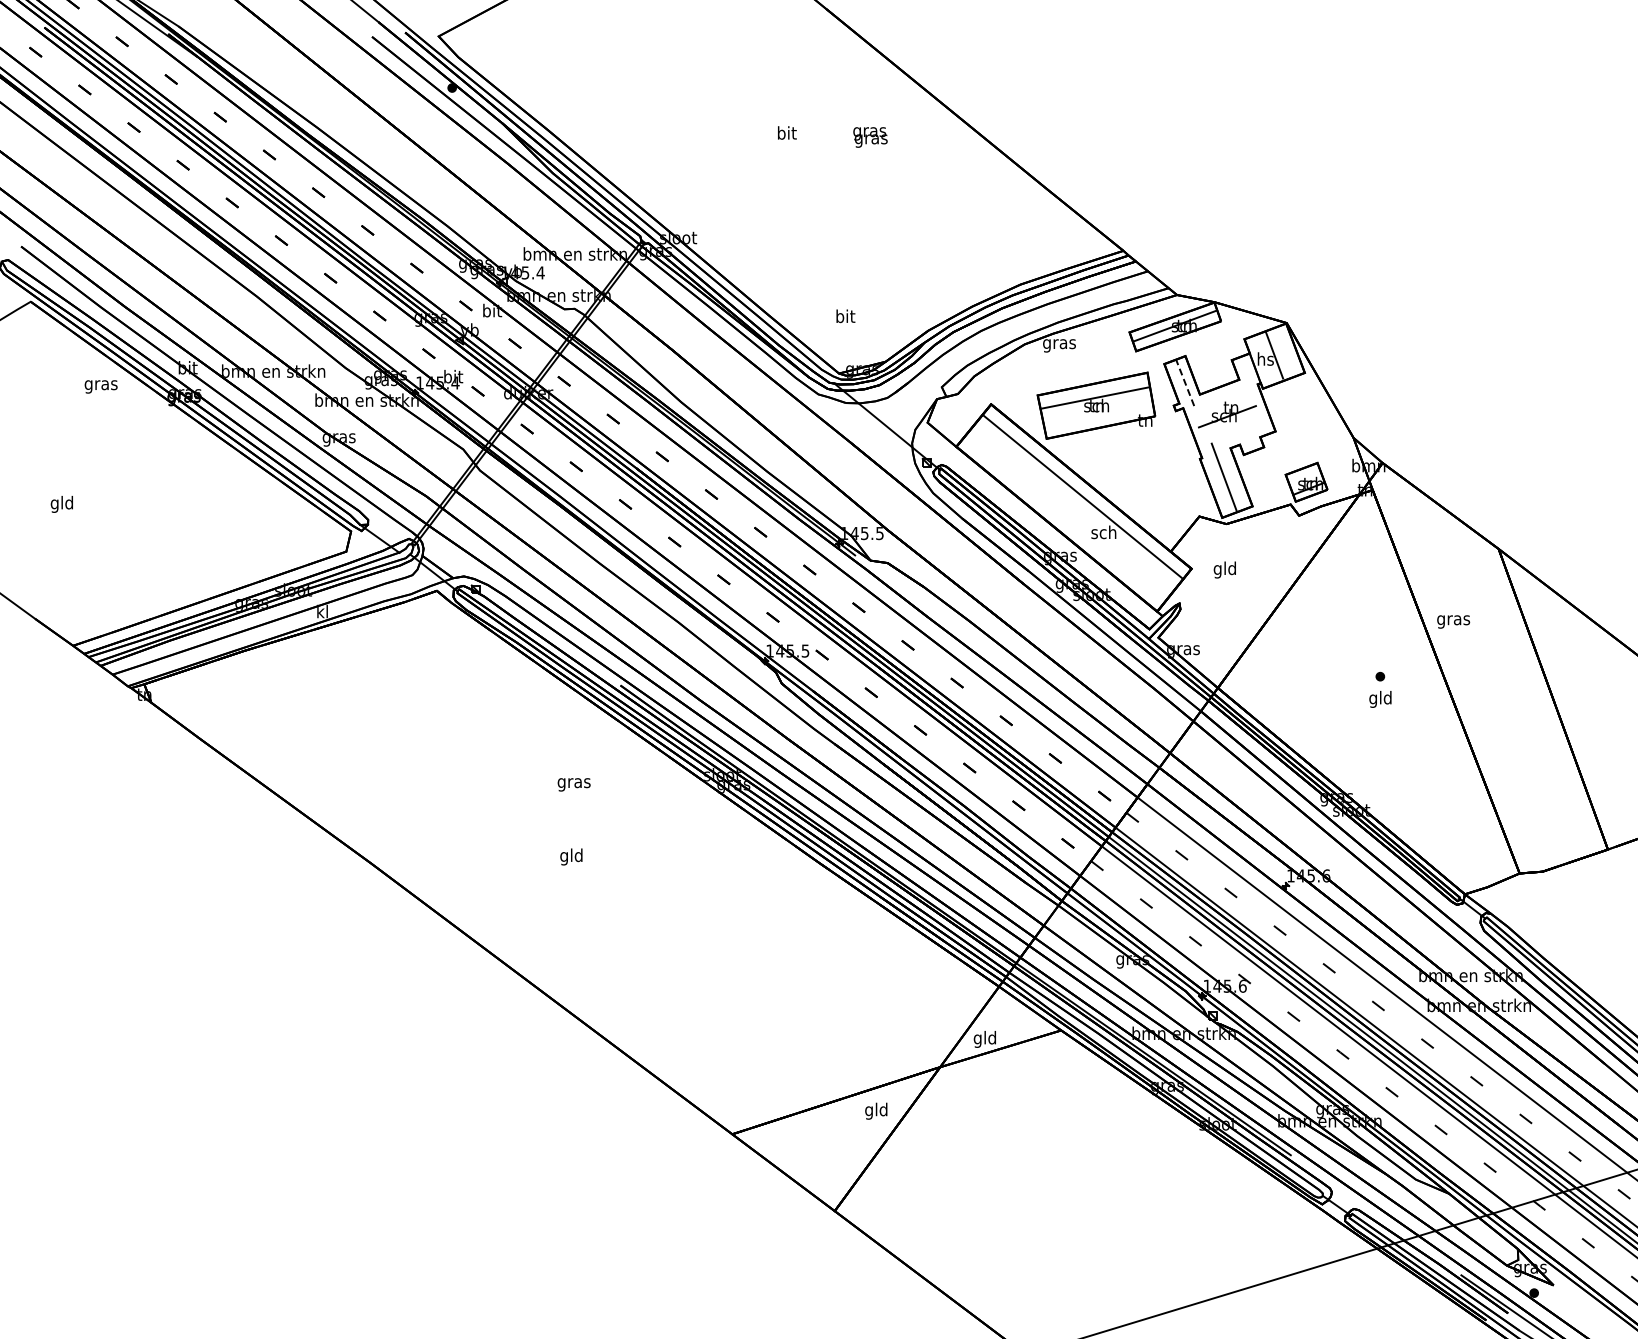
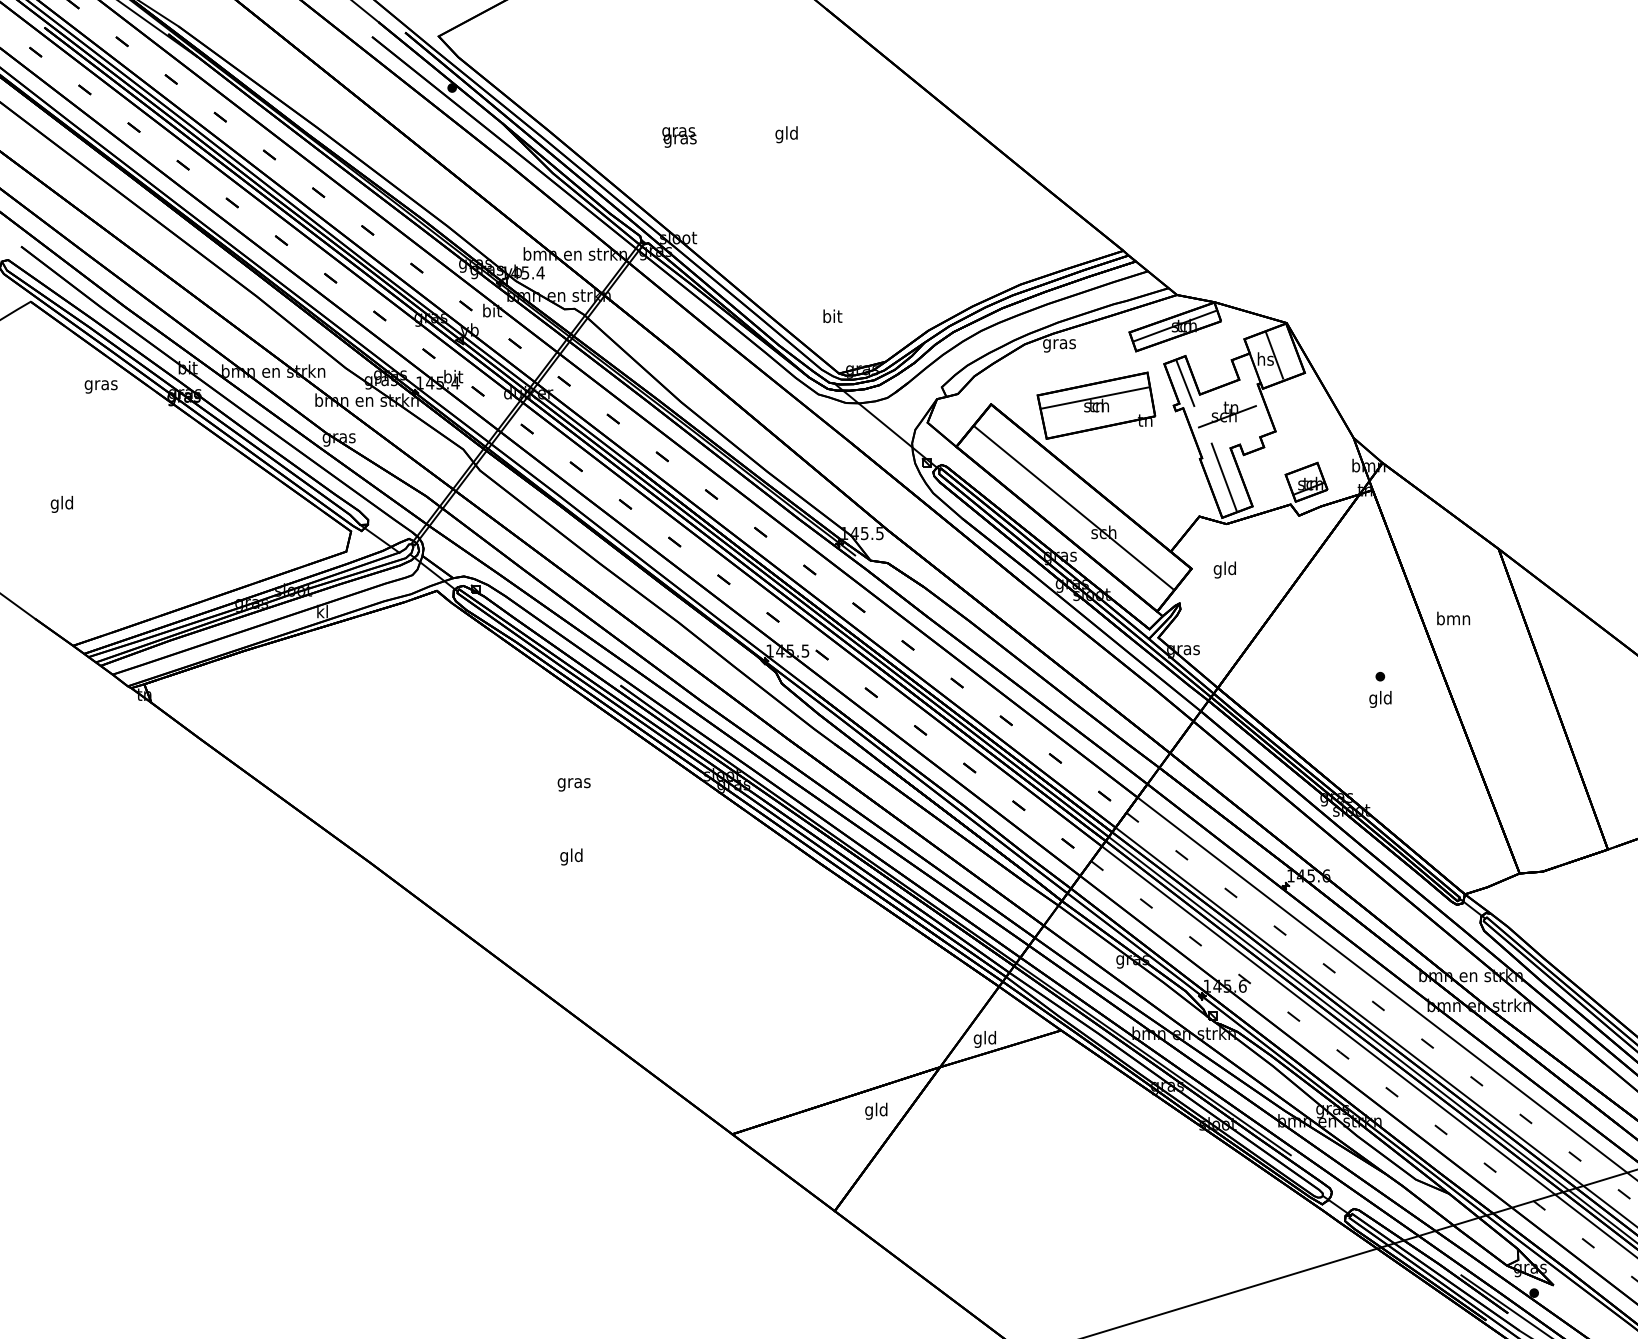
text at (786, 134): bit -> gld
text at (870, 137) position: (870, 137) -> (679, 137)
text at (845, 316) position: (845, 316) -> (832, 316)
line at (1185, 383): dashed -> solid
line at (1082, 496) position: (1082, 496) -> (1073, 507)
text at (1453, 619): gras -> bmn
